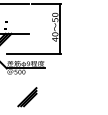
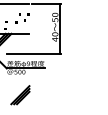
part at (22, 18) size: 9x7 px -> 15x11 px
part at (27, 97) position: (27, 97) -> (20, 95)
